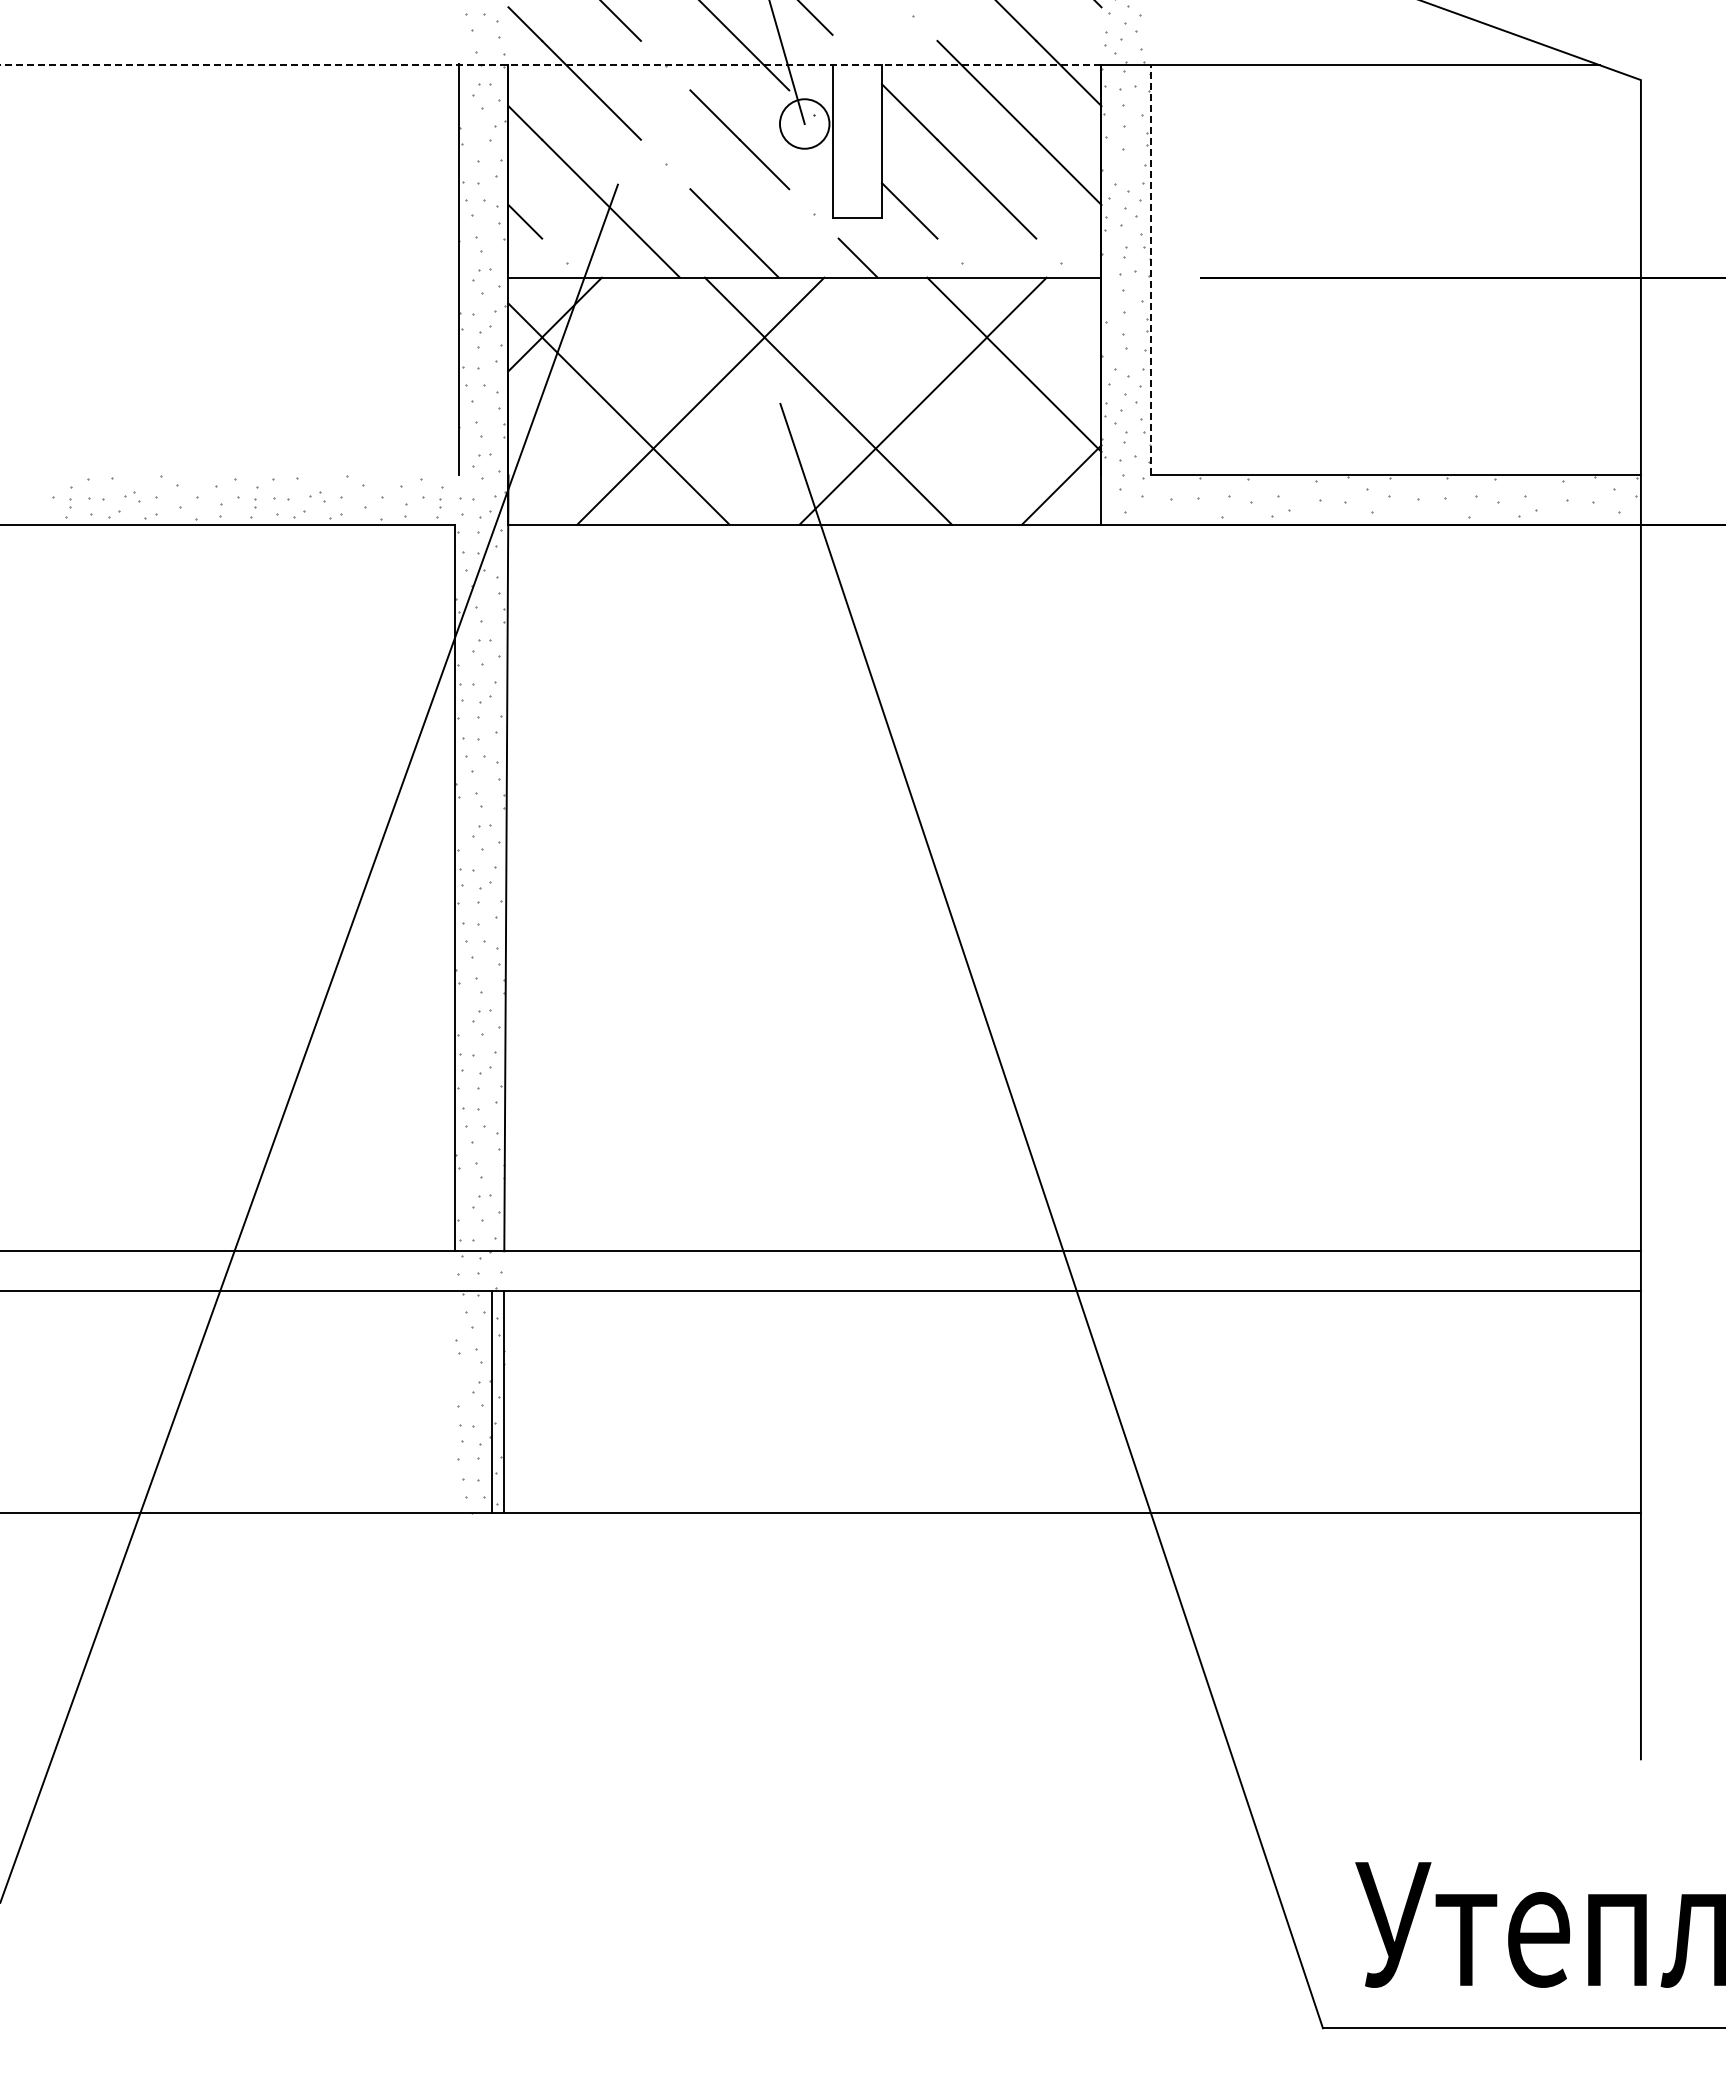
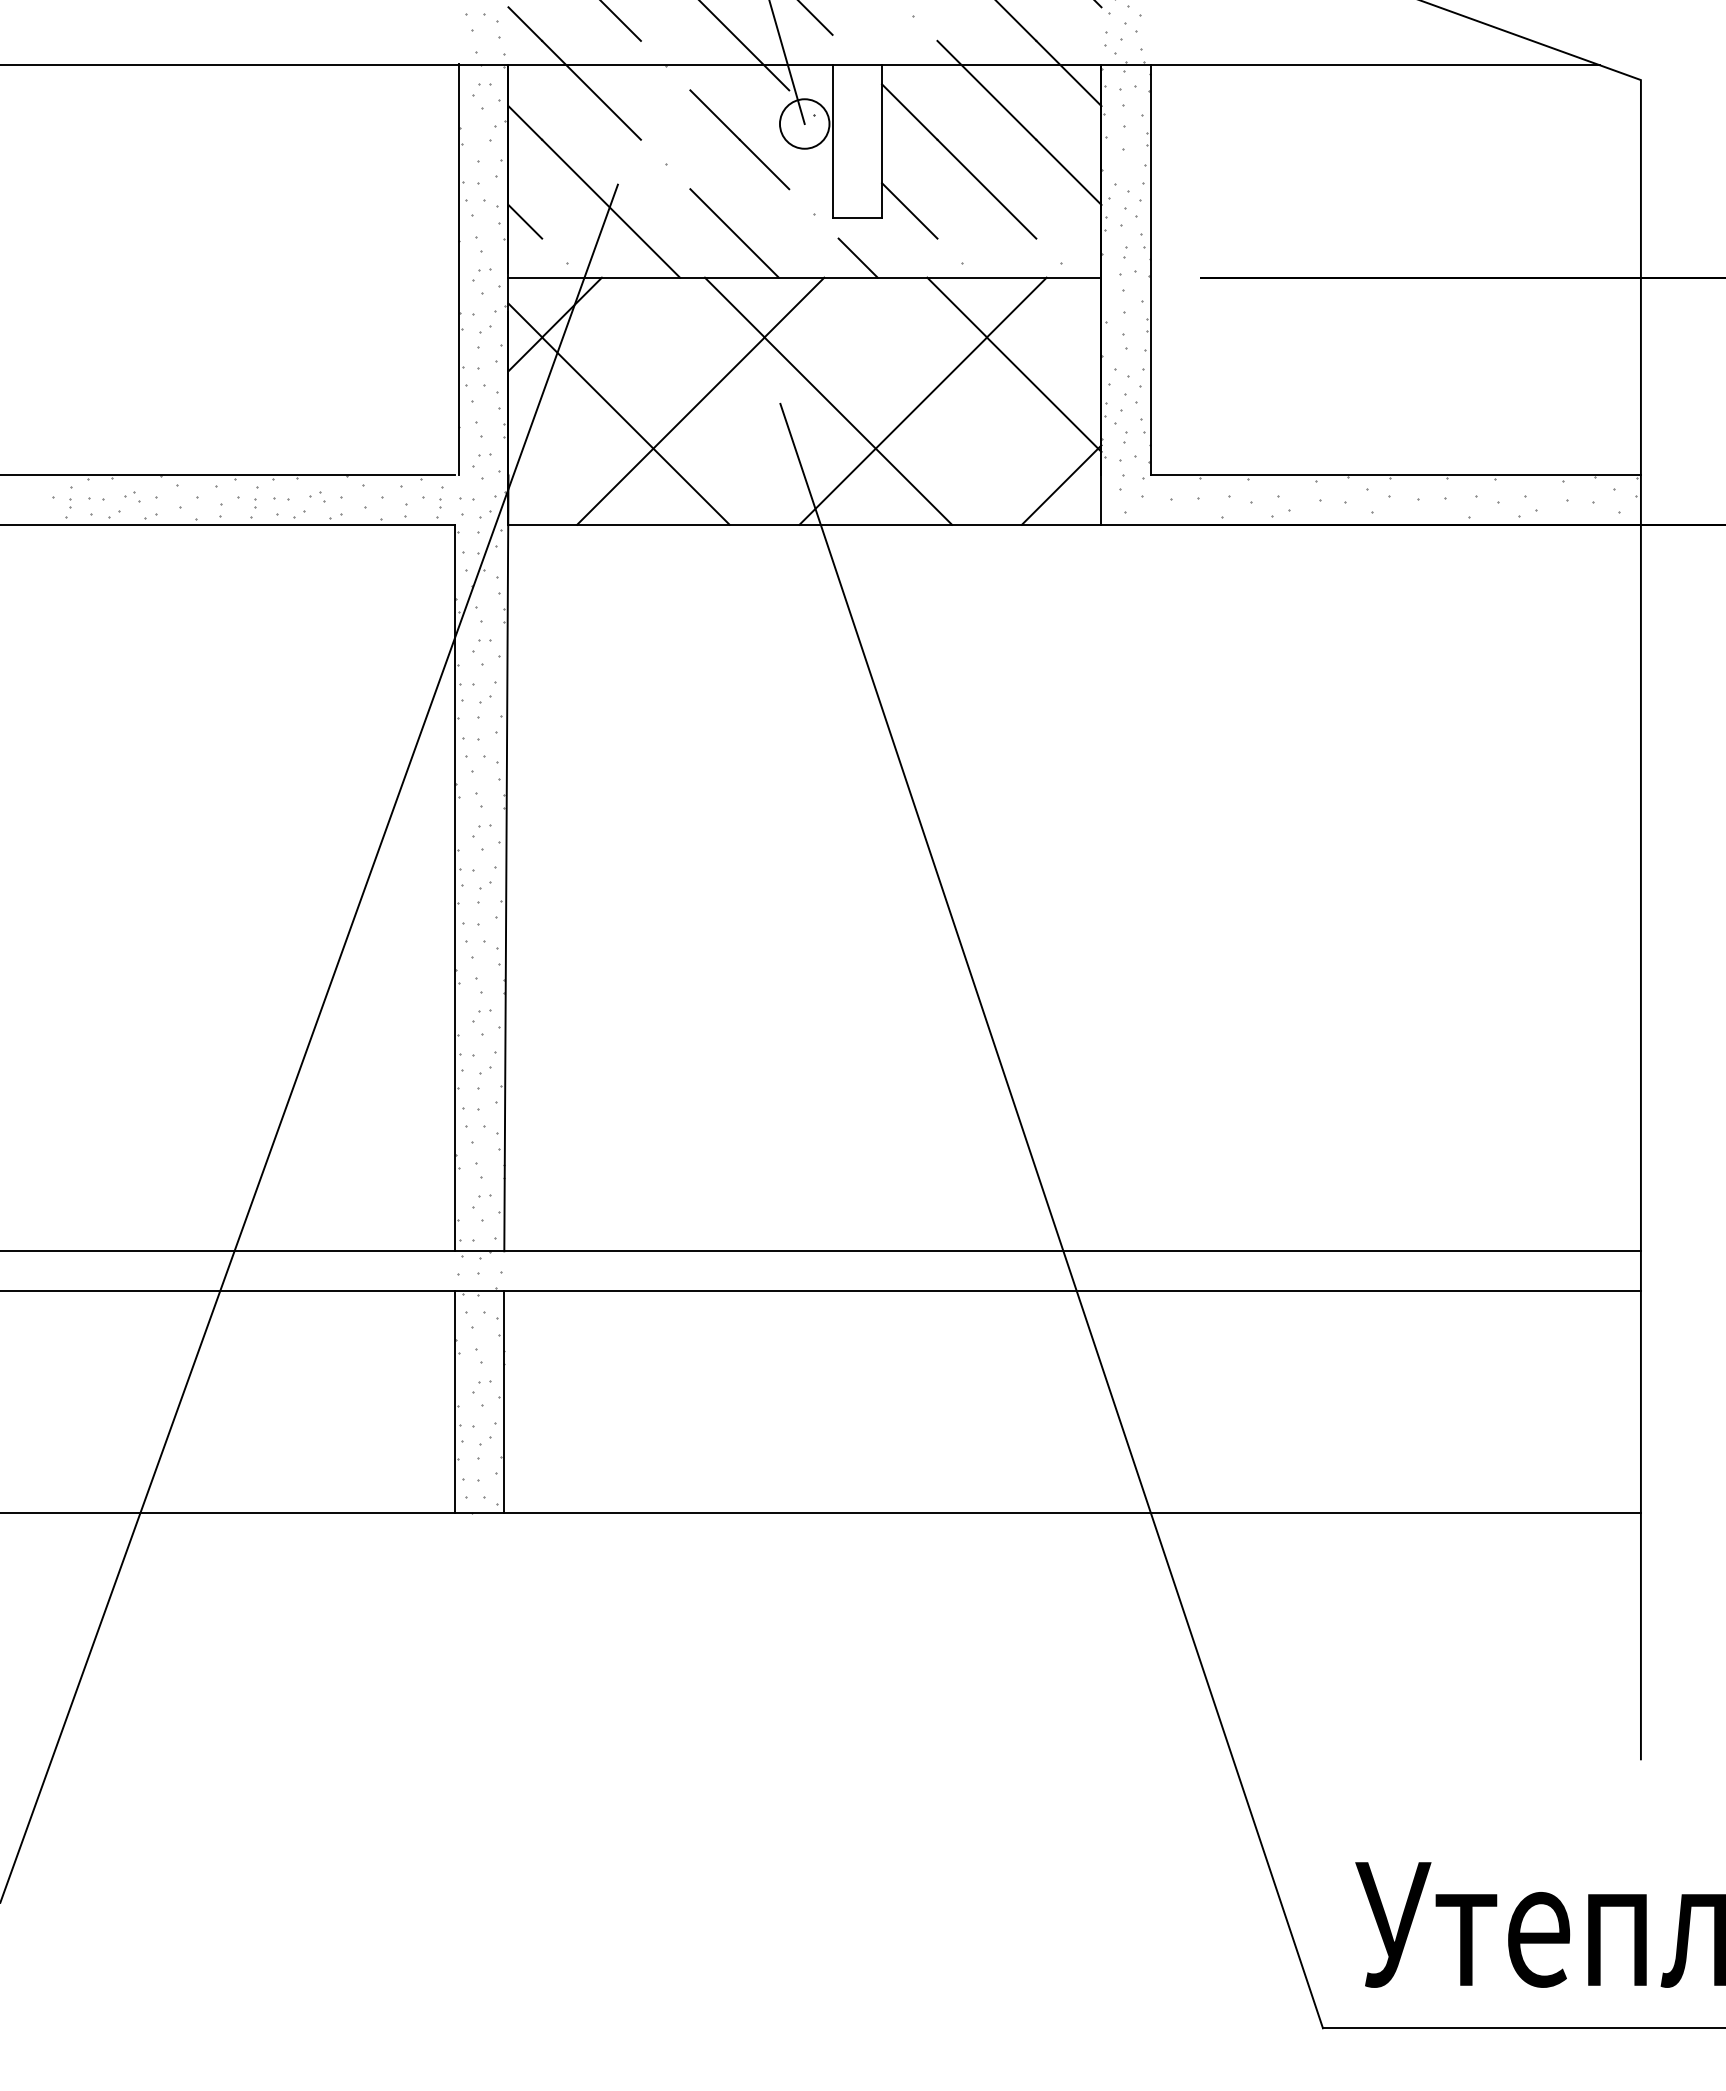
line at (551, 65): dashed -> solid
line at (1150, 269): dashed -> solid
line at (228, 475): none -> present
line at (491, 1401) position: (491, 1401) -> (454, 1401)
